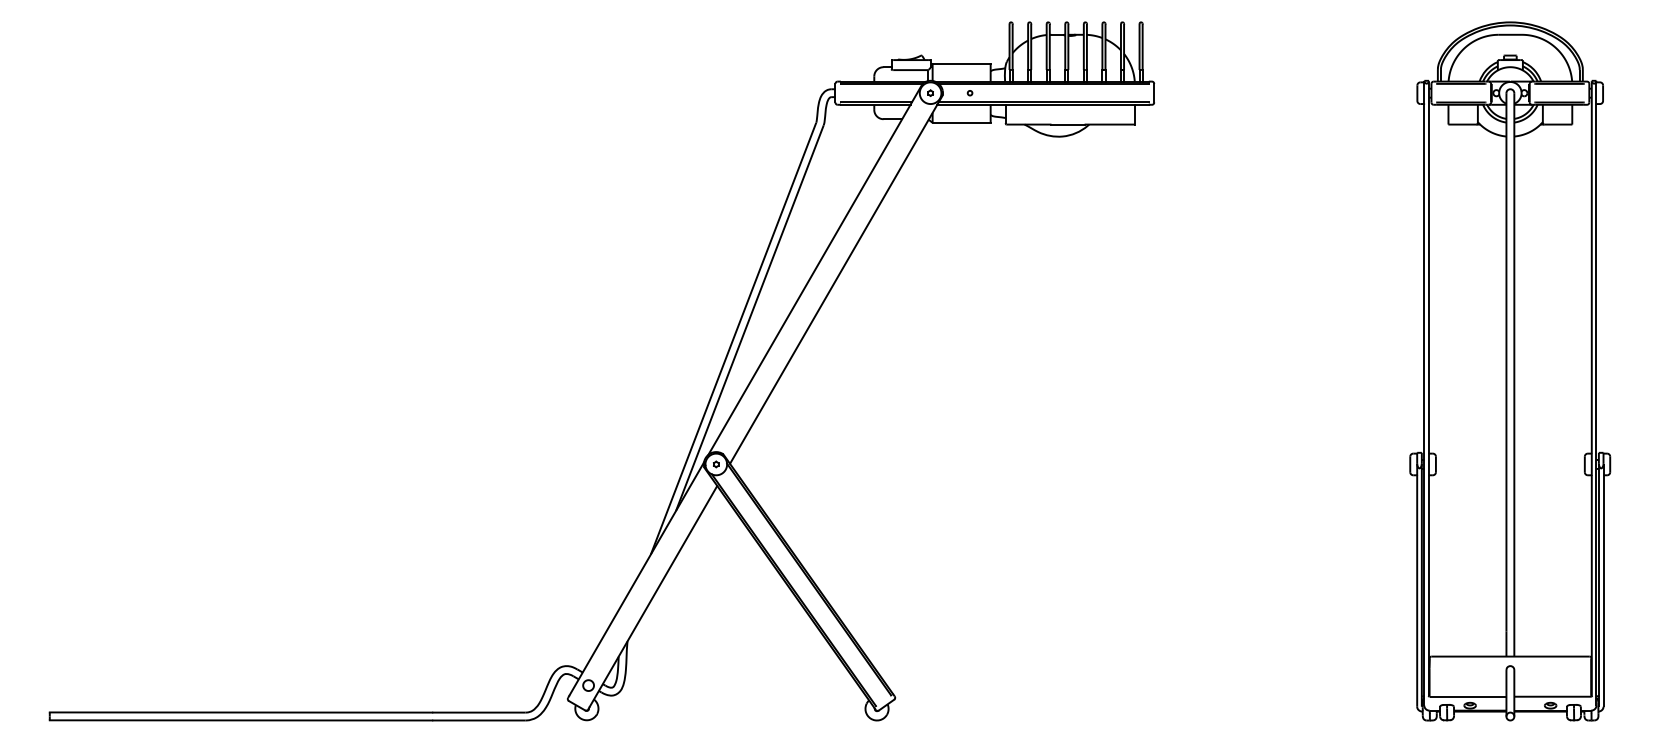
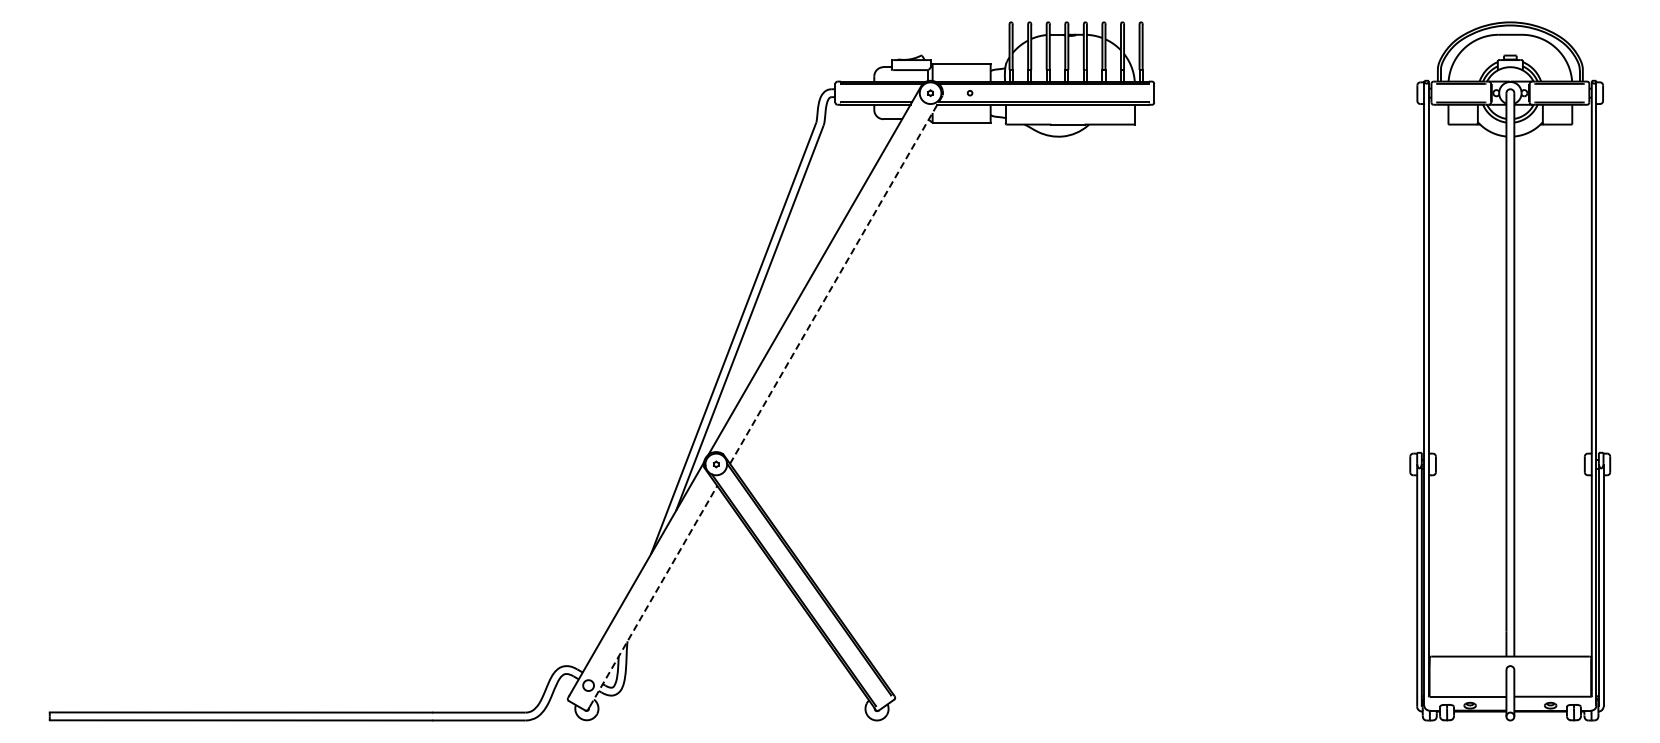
line at (836, 279): solid -> dashed
line at (653, 596): solid -> dashed
